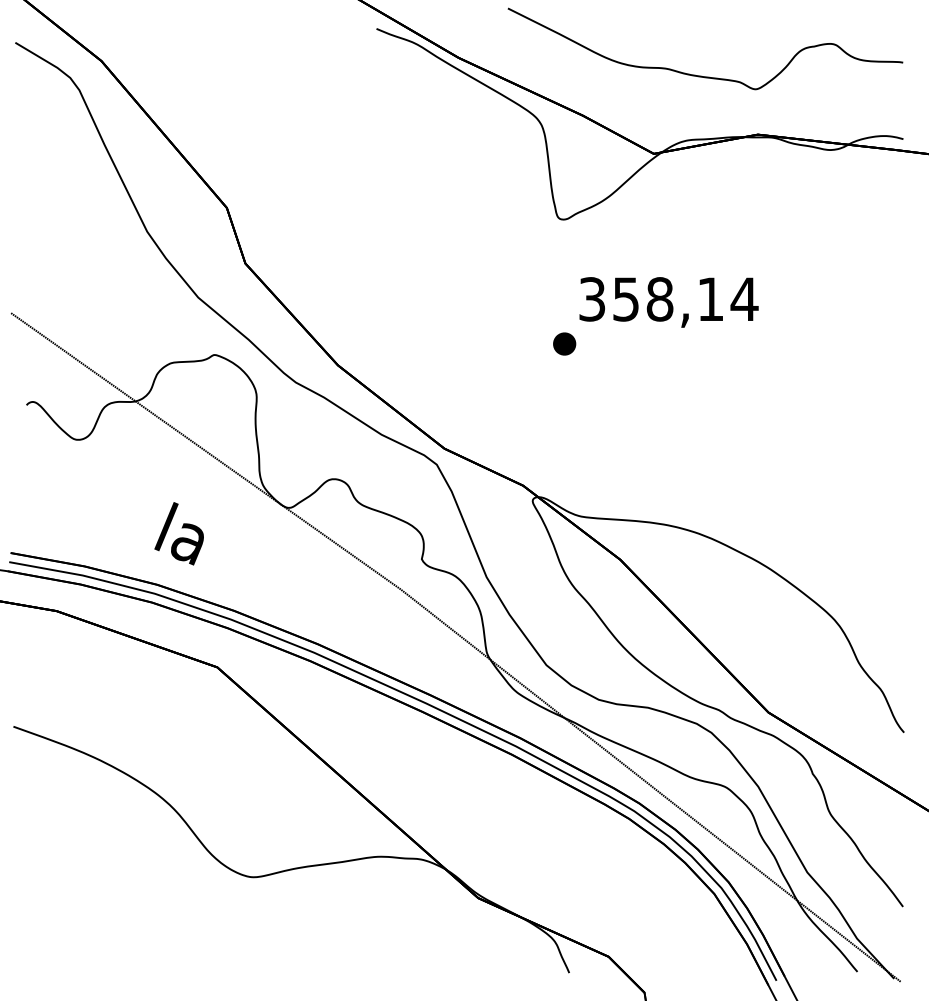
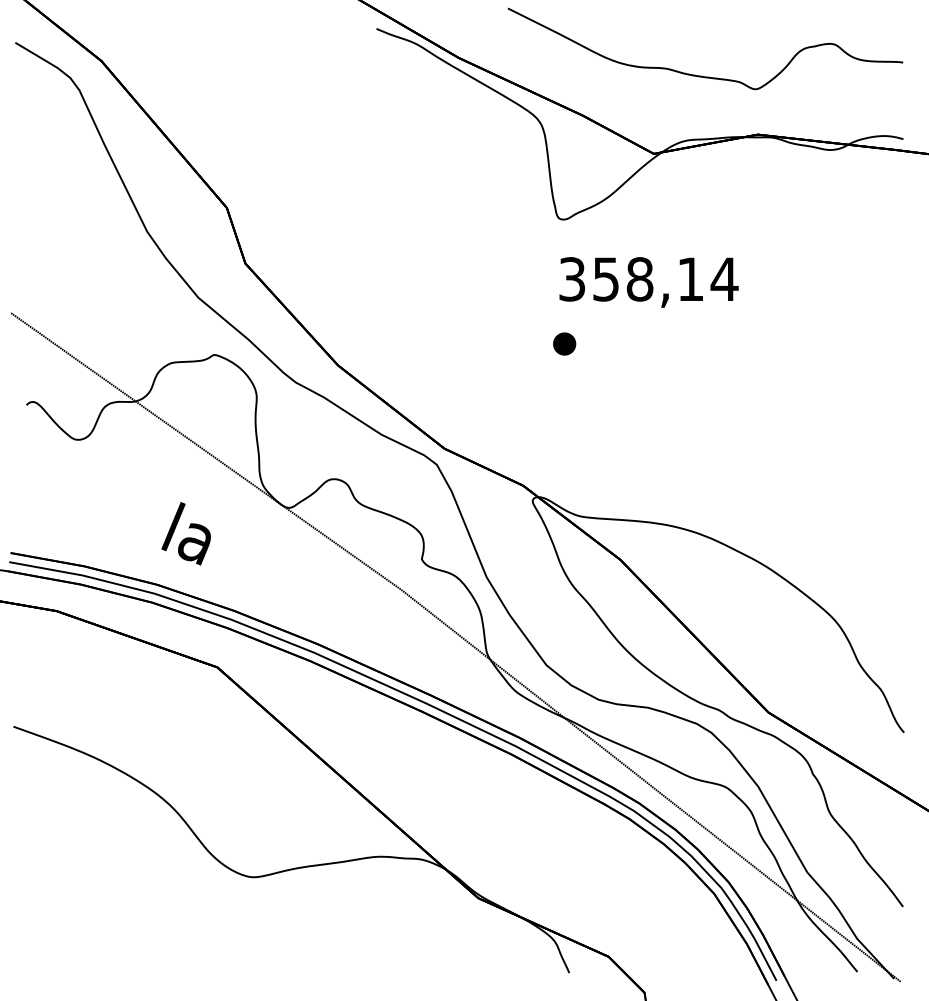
text at (668, 302) position: (668, 302) -> (648, 282)
text at (178, 533) position: (178, 533) -> (185, 533)
